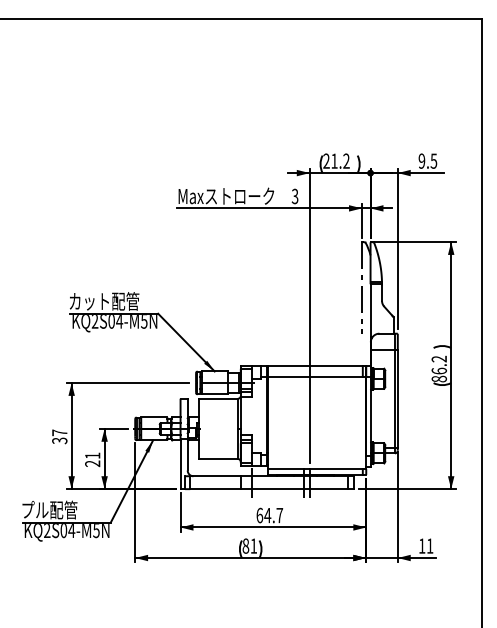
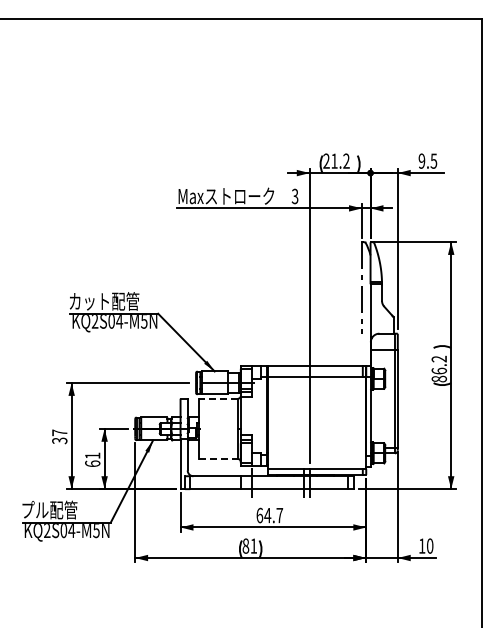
line at (218, 398): solid -> dashed
line at (219, 459): solid -> dashed
text at (92, 463): 21 -> 61
text at (430, 545): 11 -> 10
